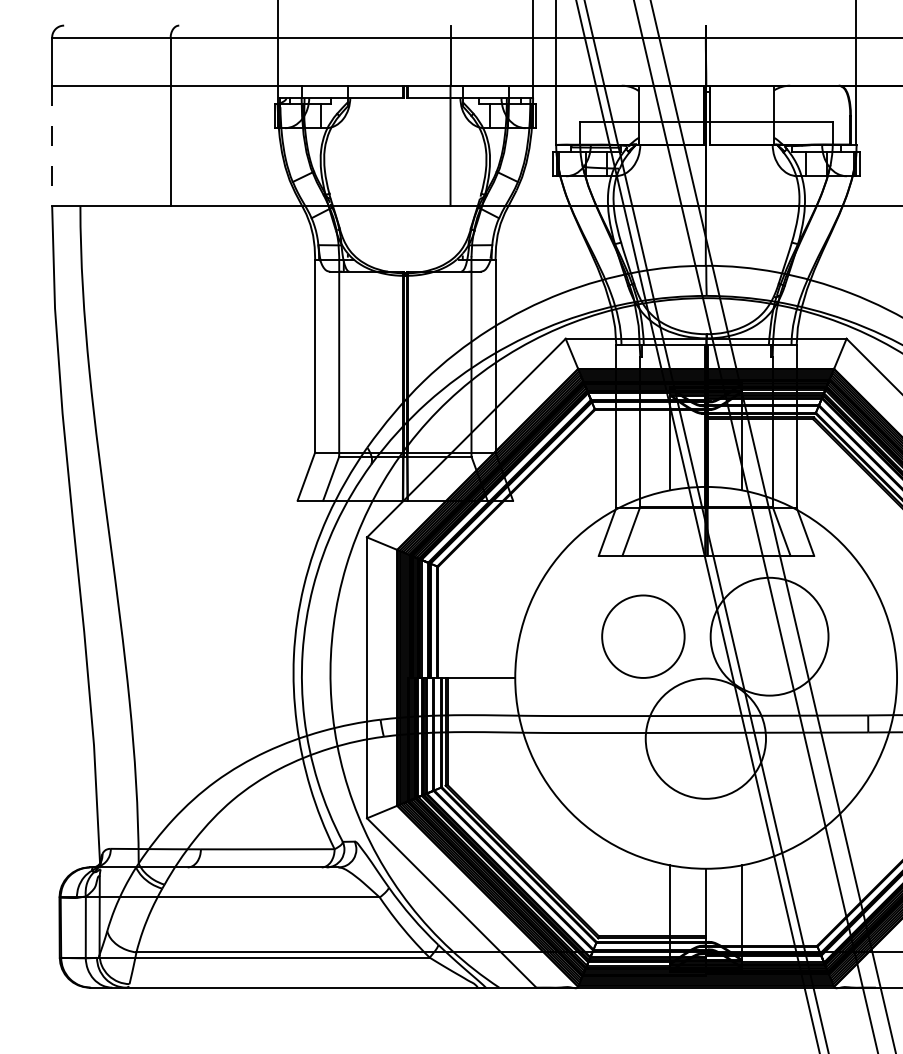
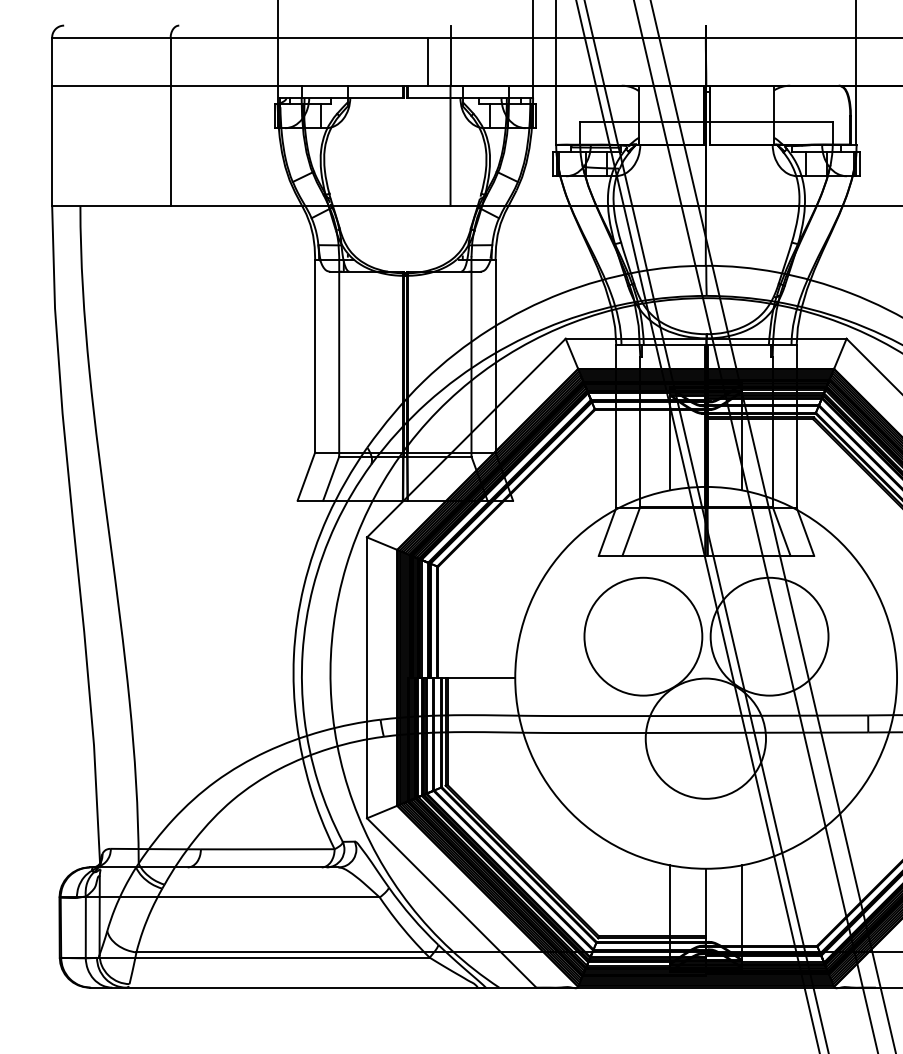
line at (428, 61): none -> present
line at (52, 146): dashed -> solid
circle at (643, 636) diameter: 82 px -> 118 px
